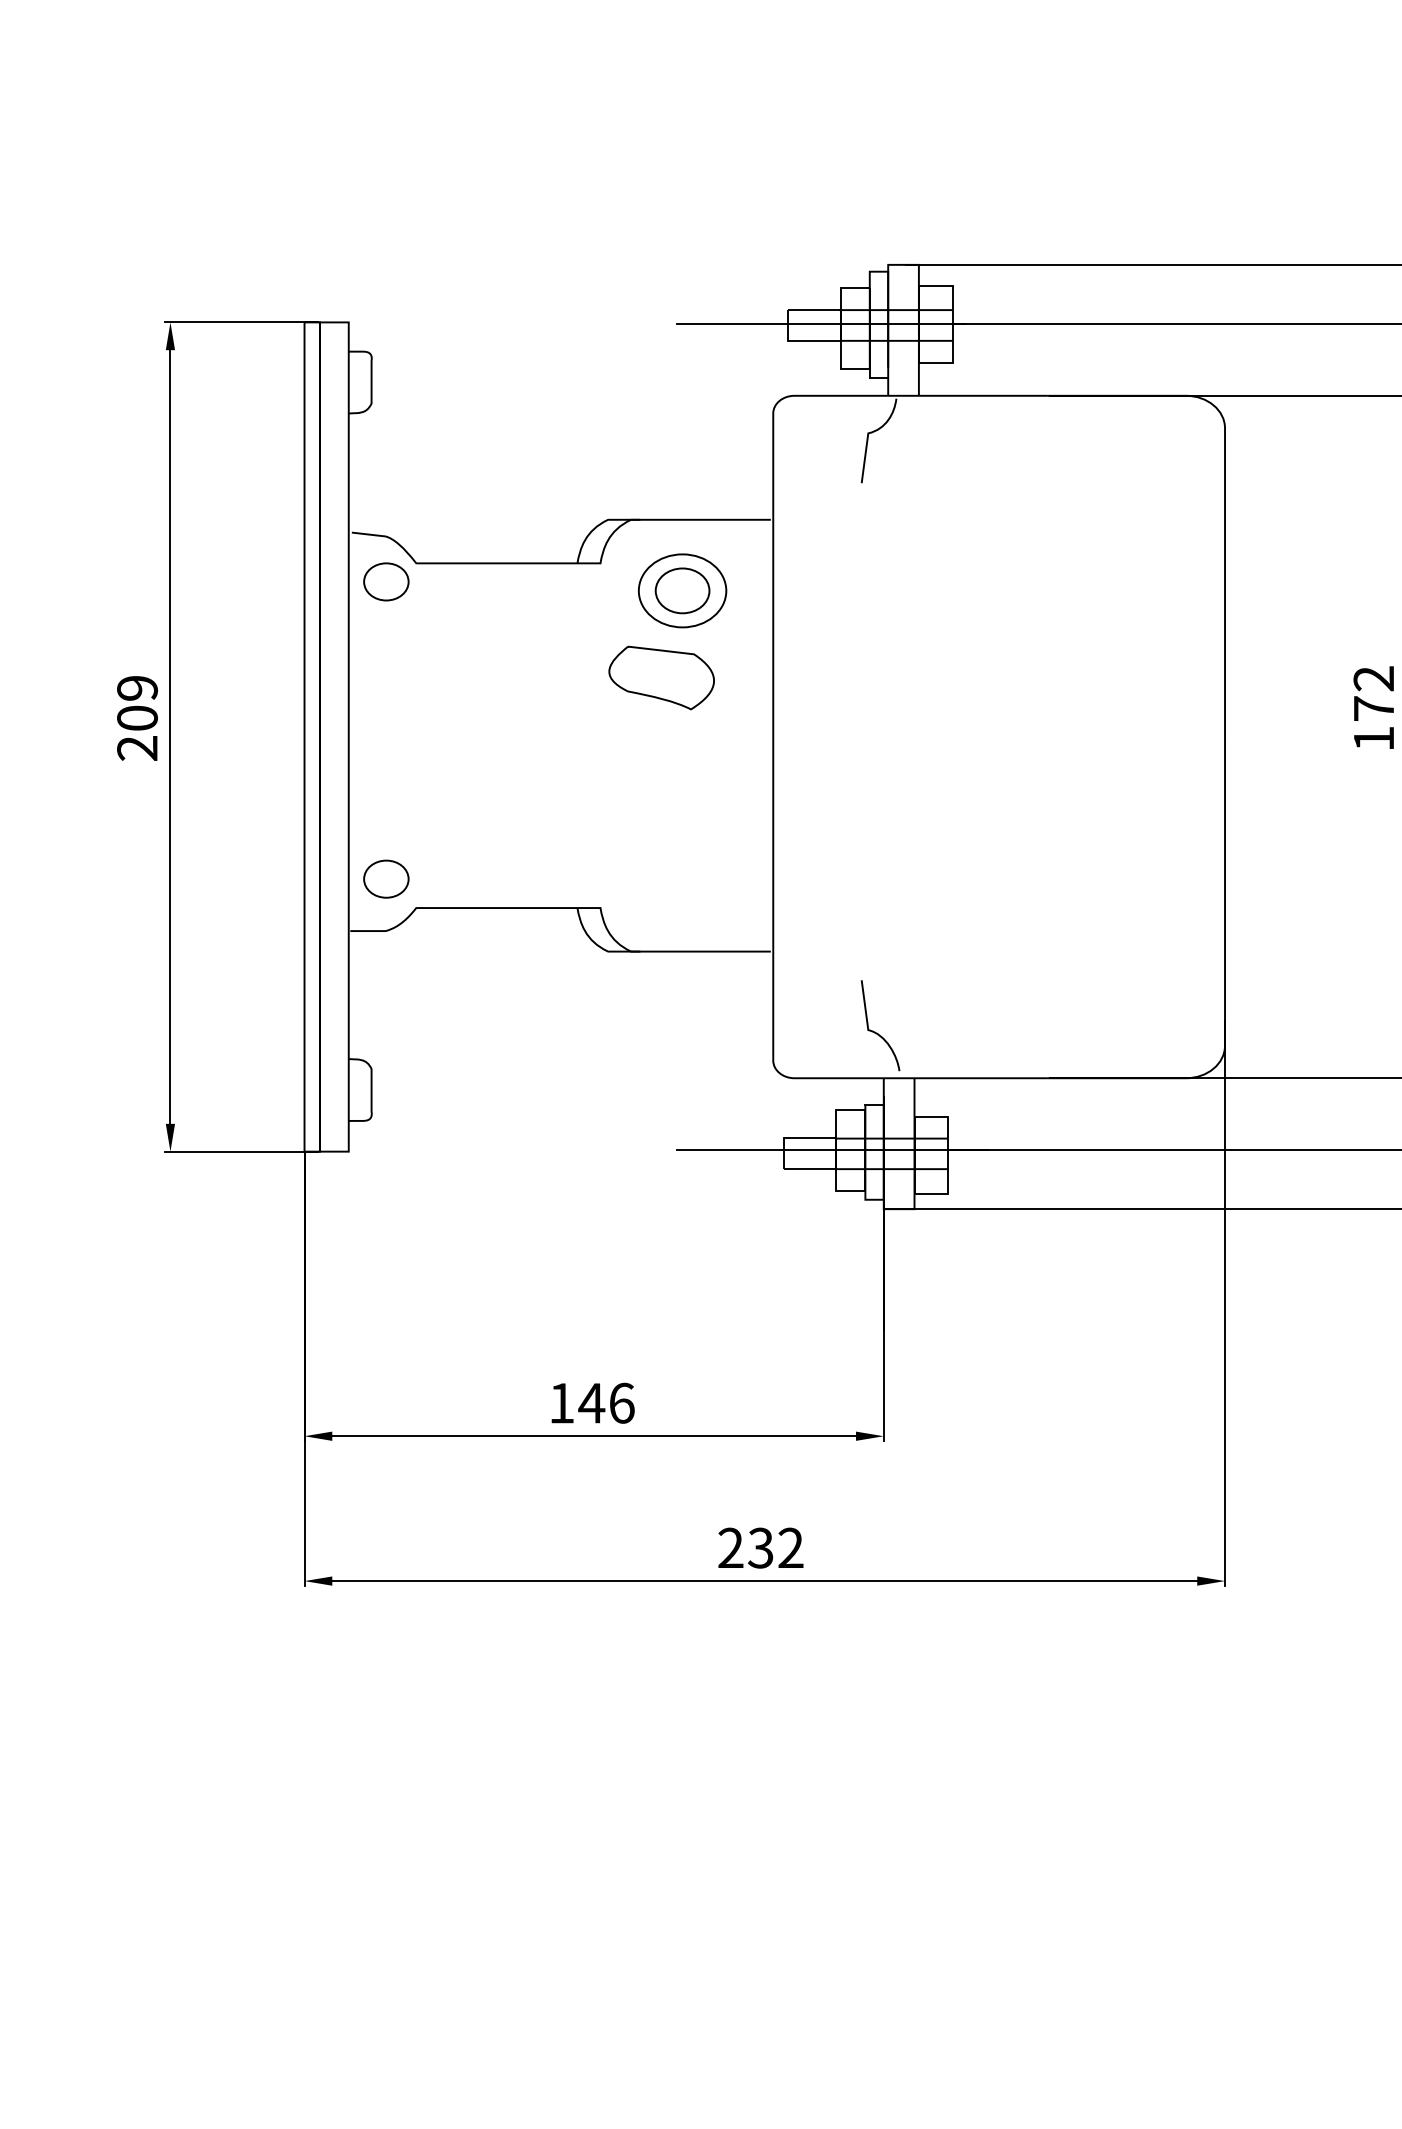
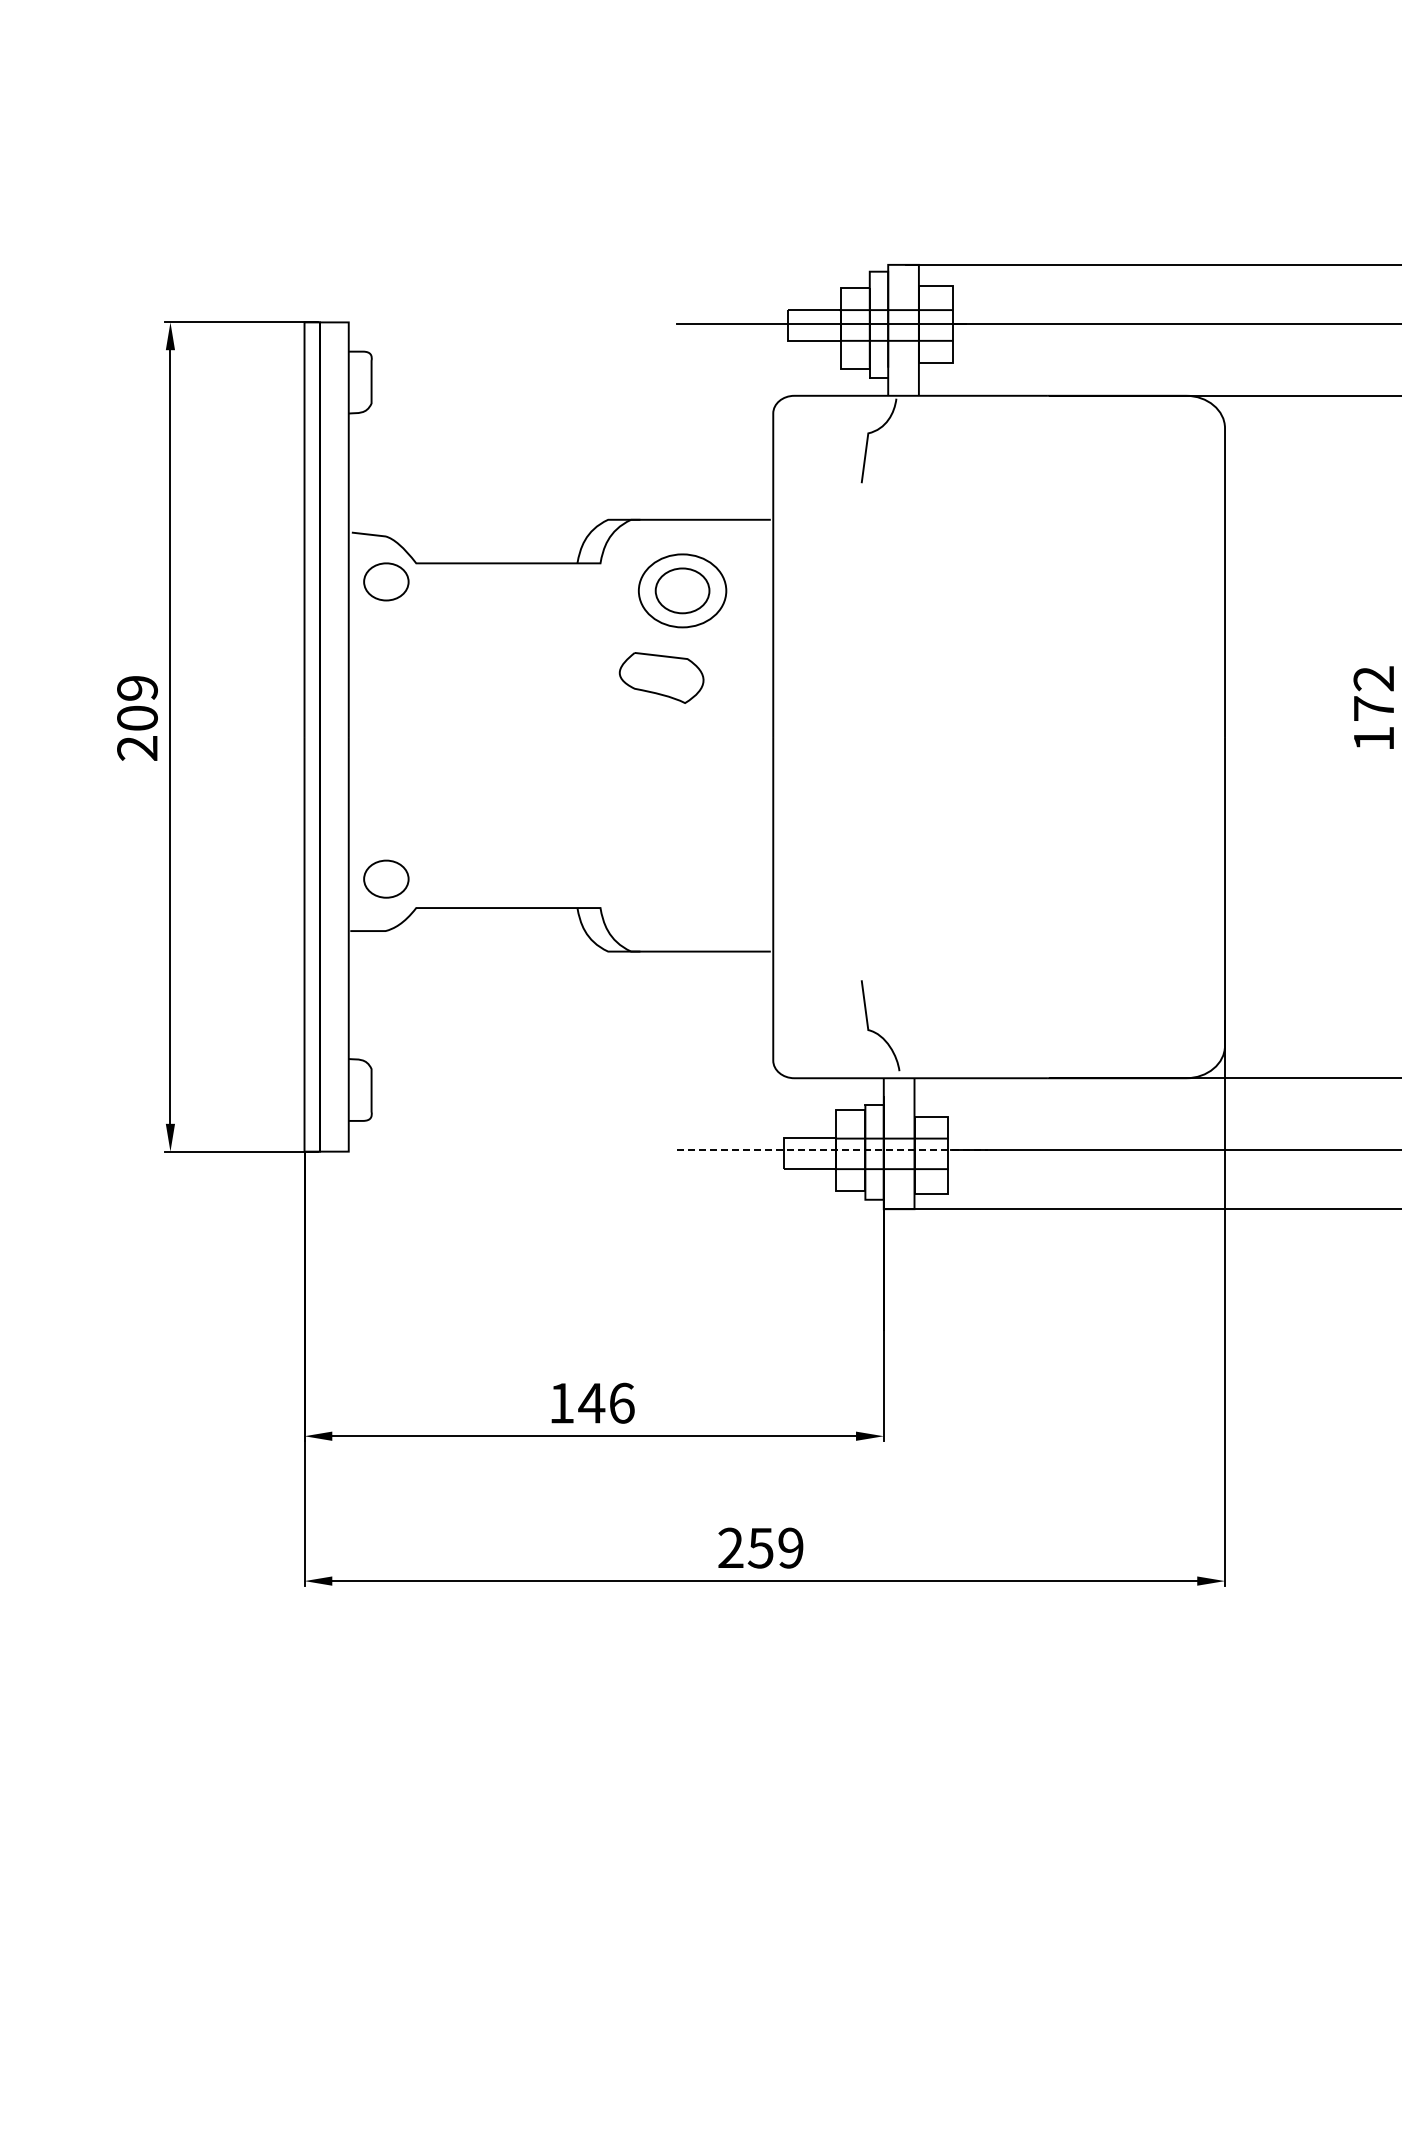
part at (661, 677) size: 107x66 px -> 87x52 px
line at (832, 1149): solid -> dashed
text at (775, 1547): 232 -> 259
